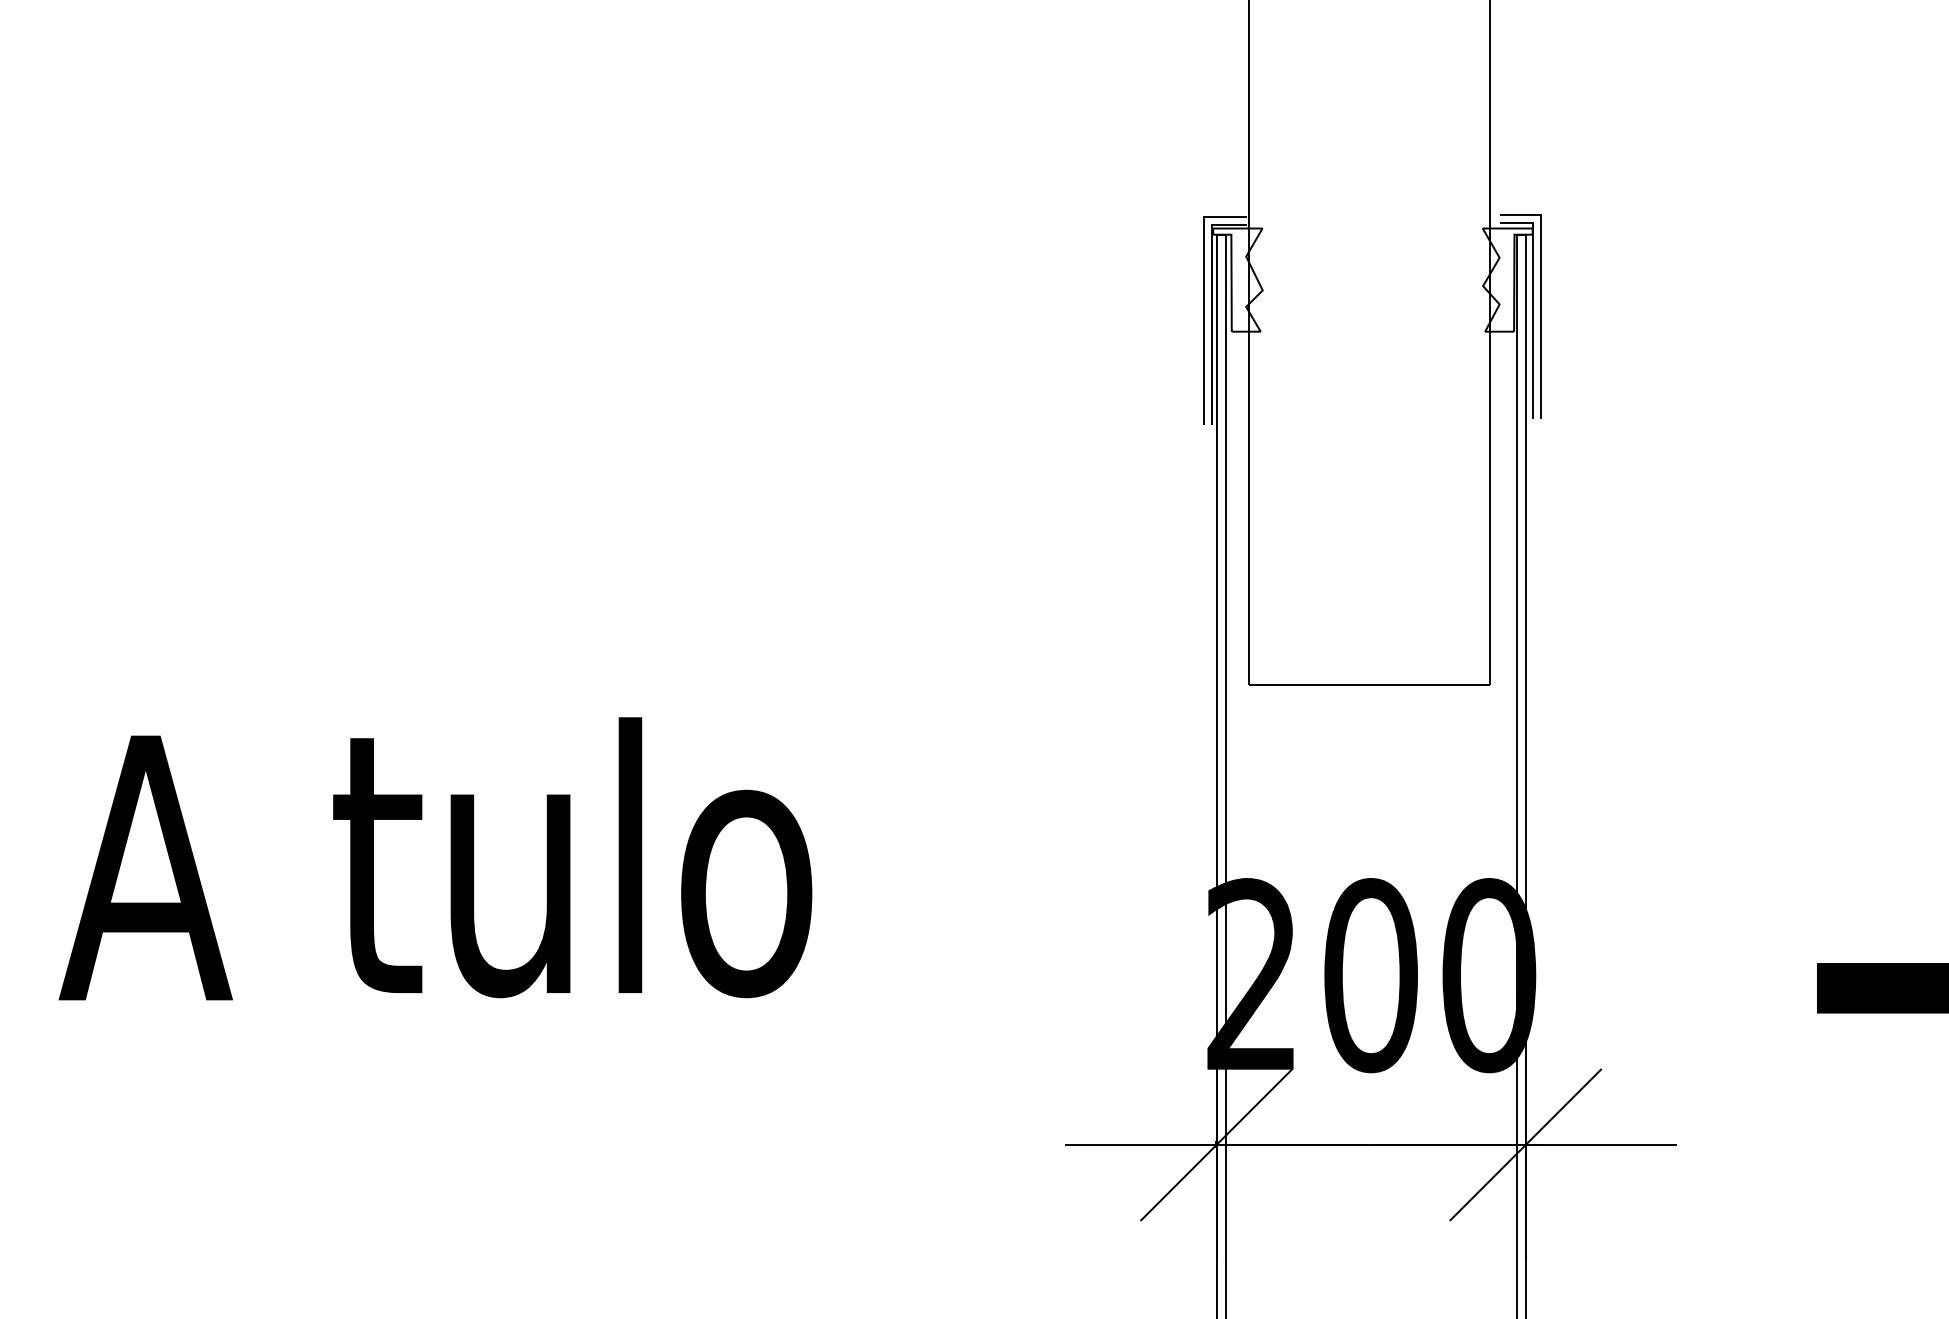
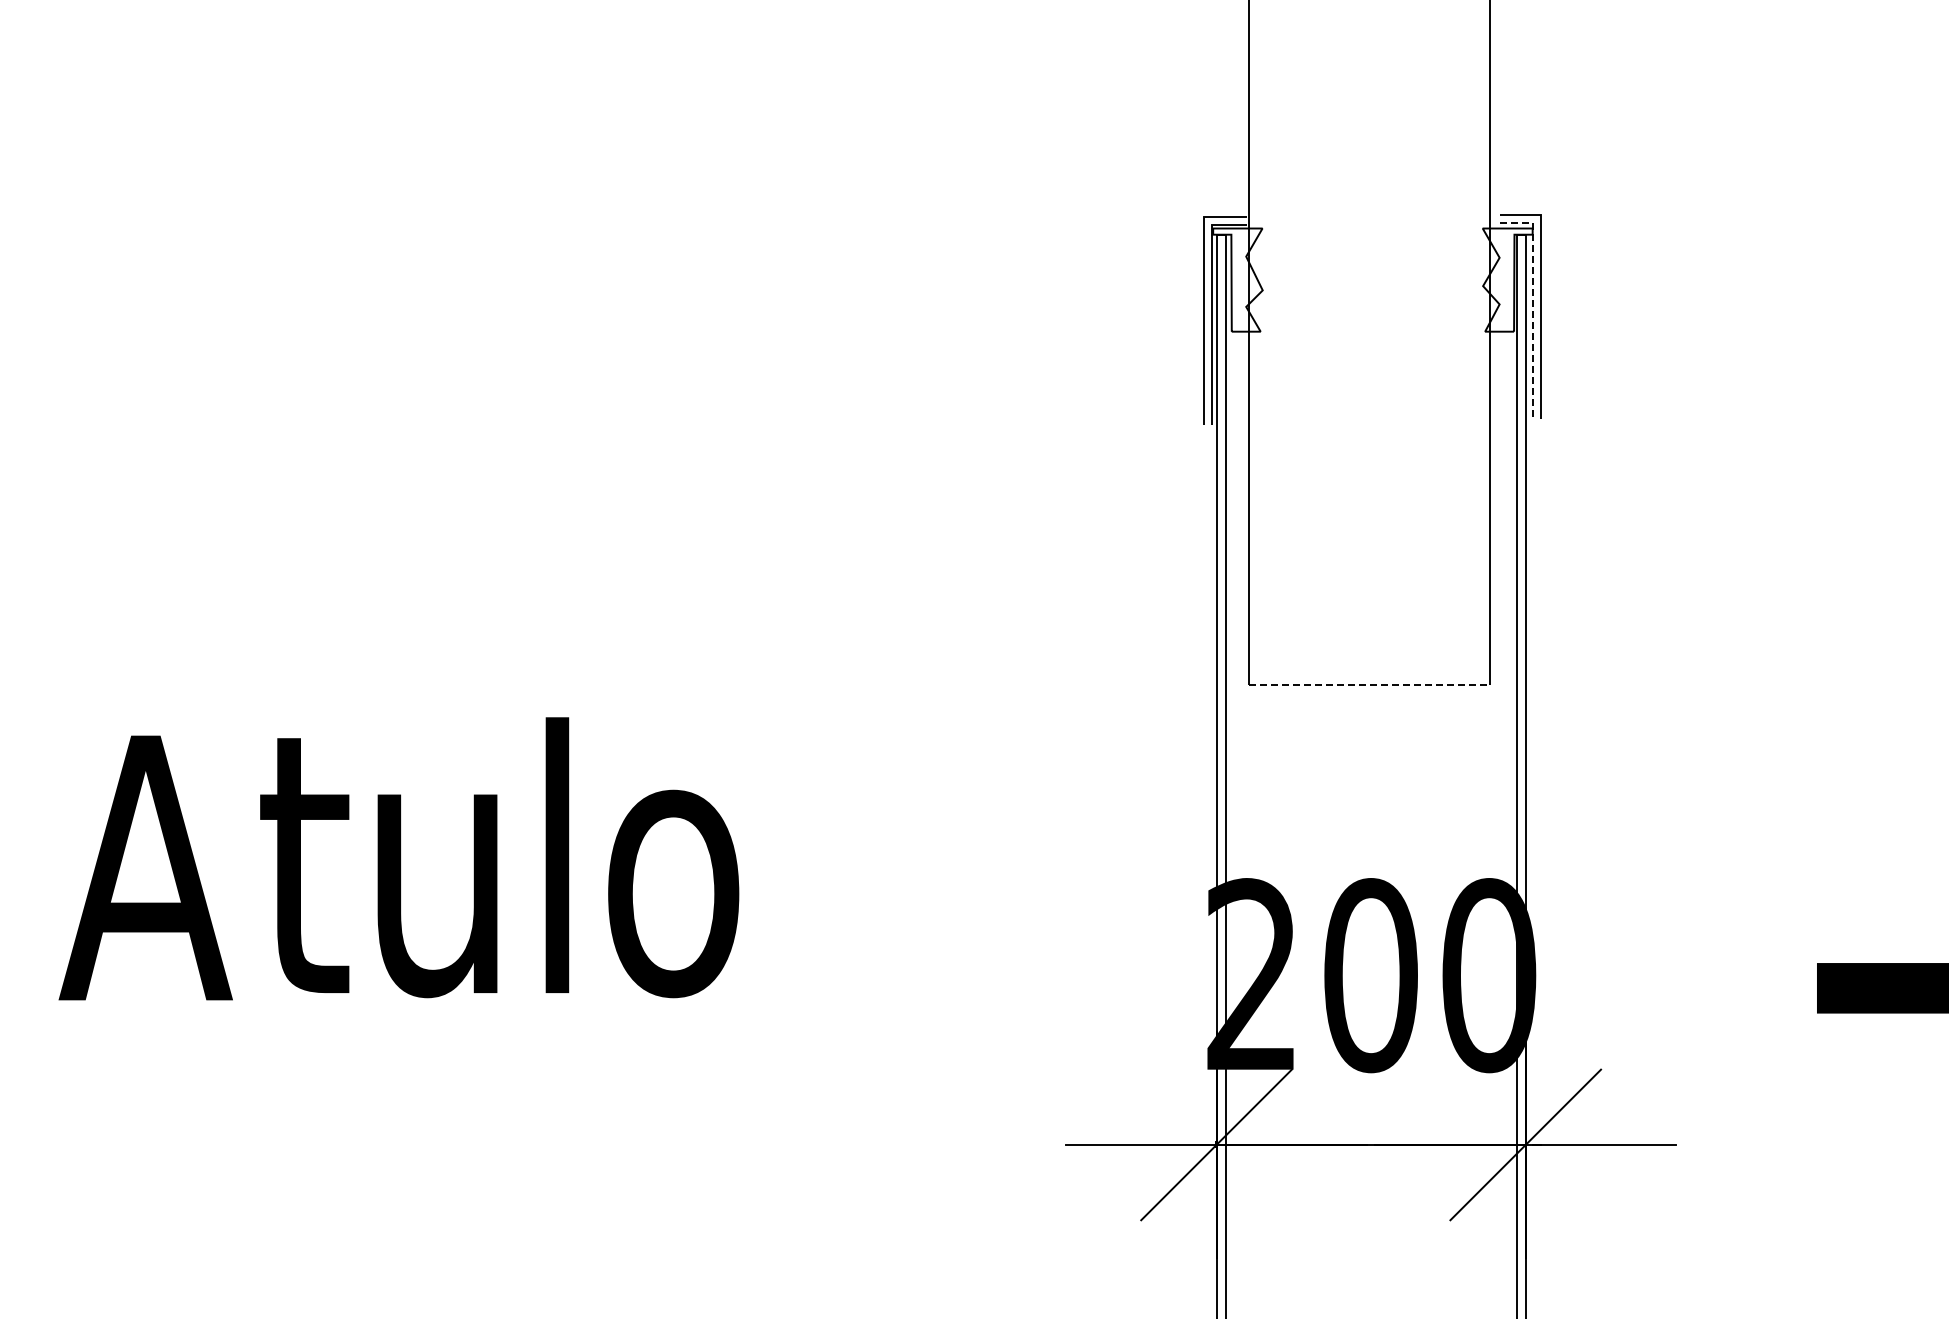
line at (1533, 303): solid -> dashed
line at (1369, 684): solid -> dashed
text at (572, 857) position: (572, 857) -> (499, 857)
